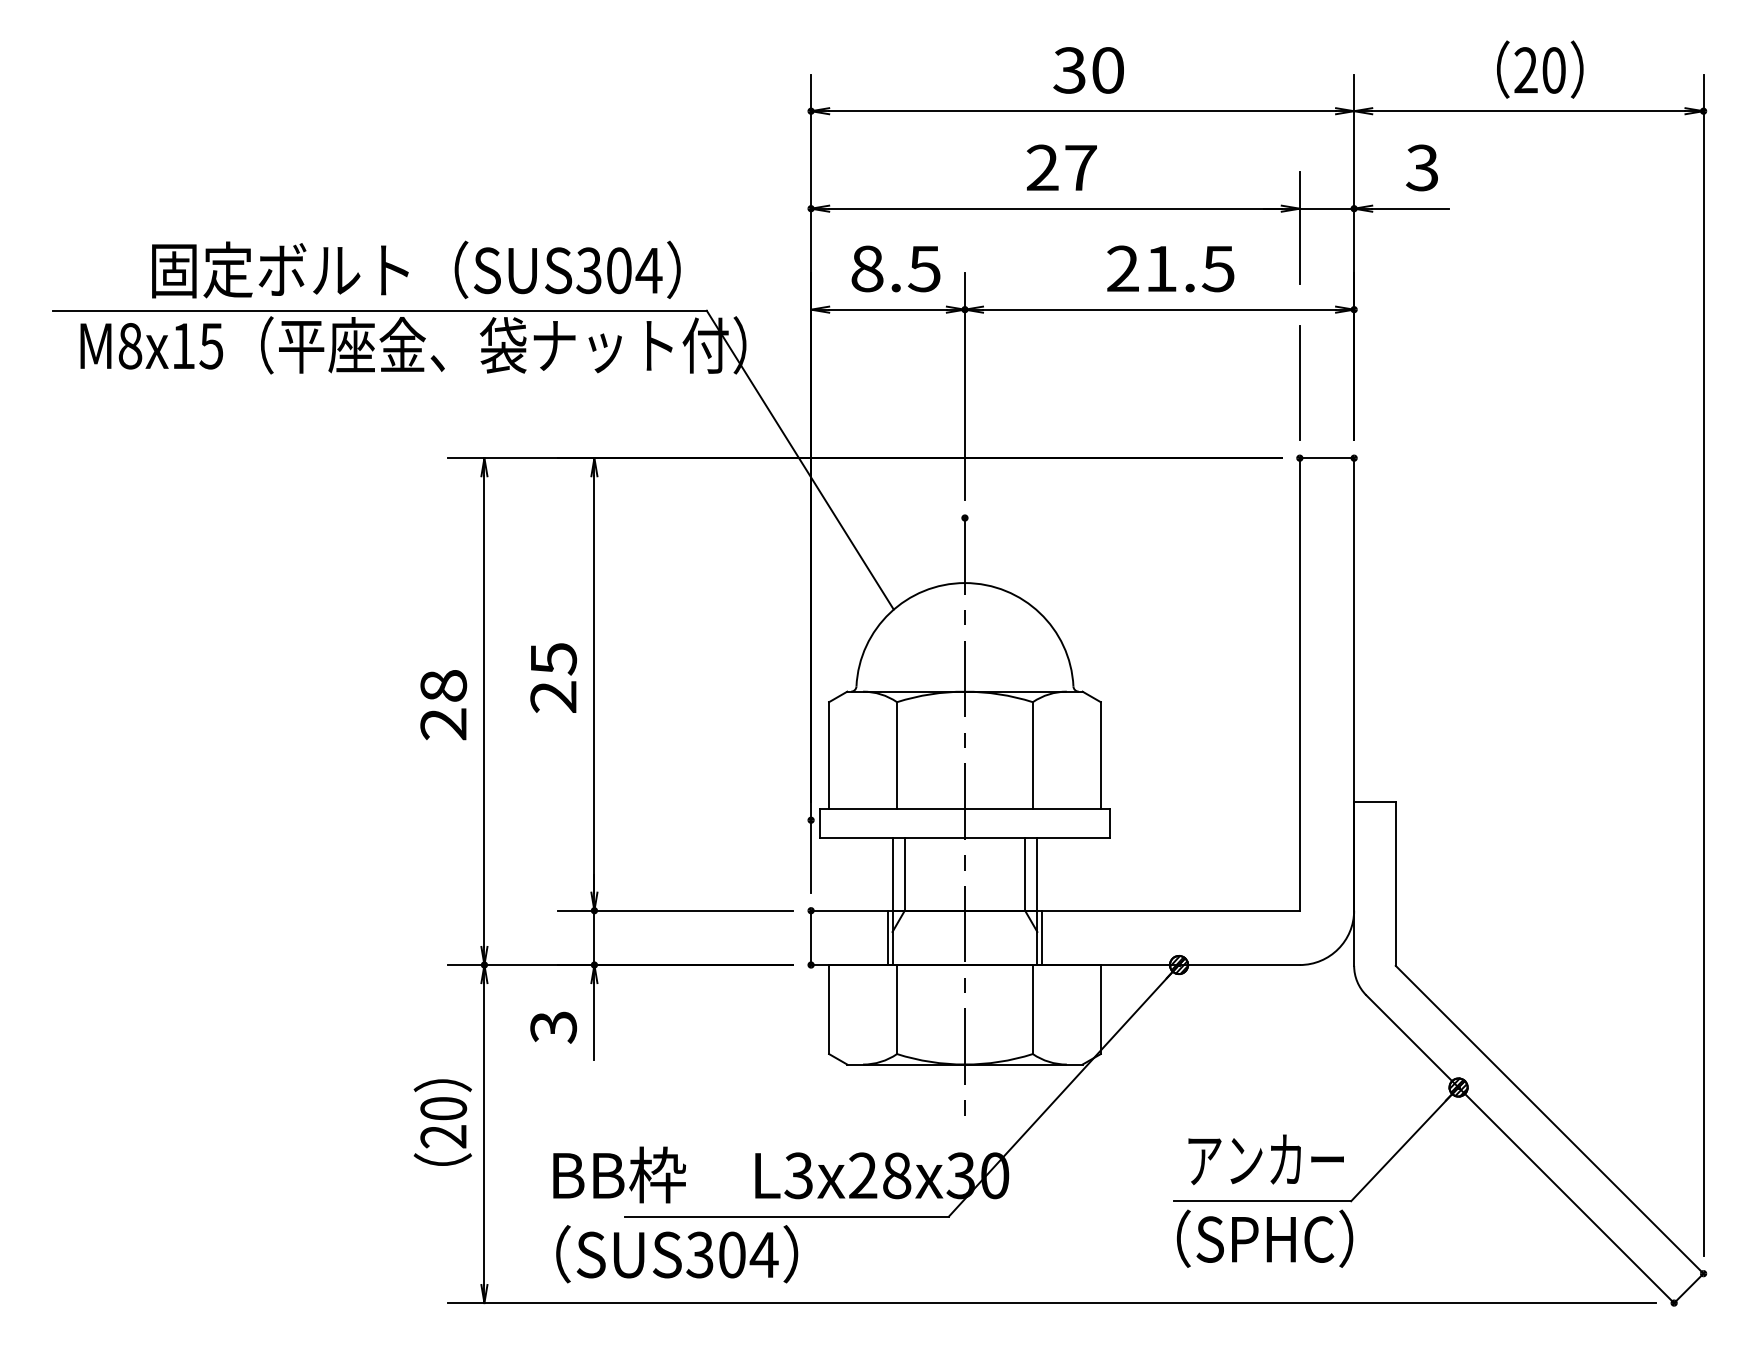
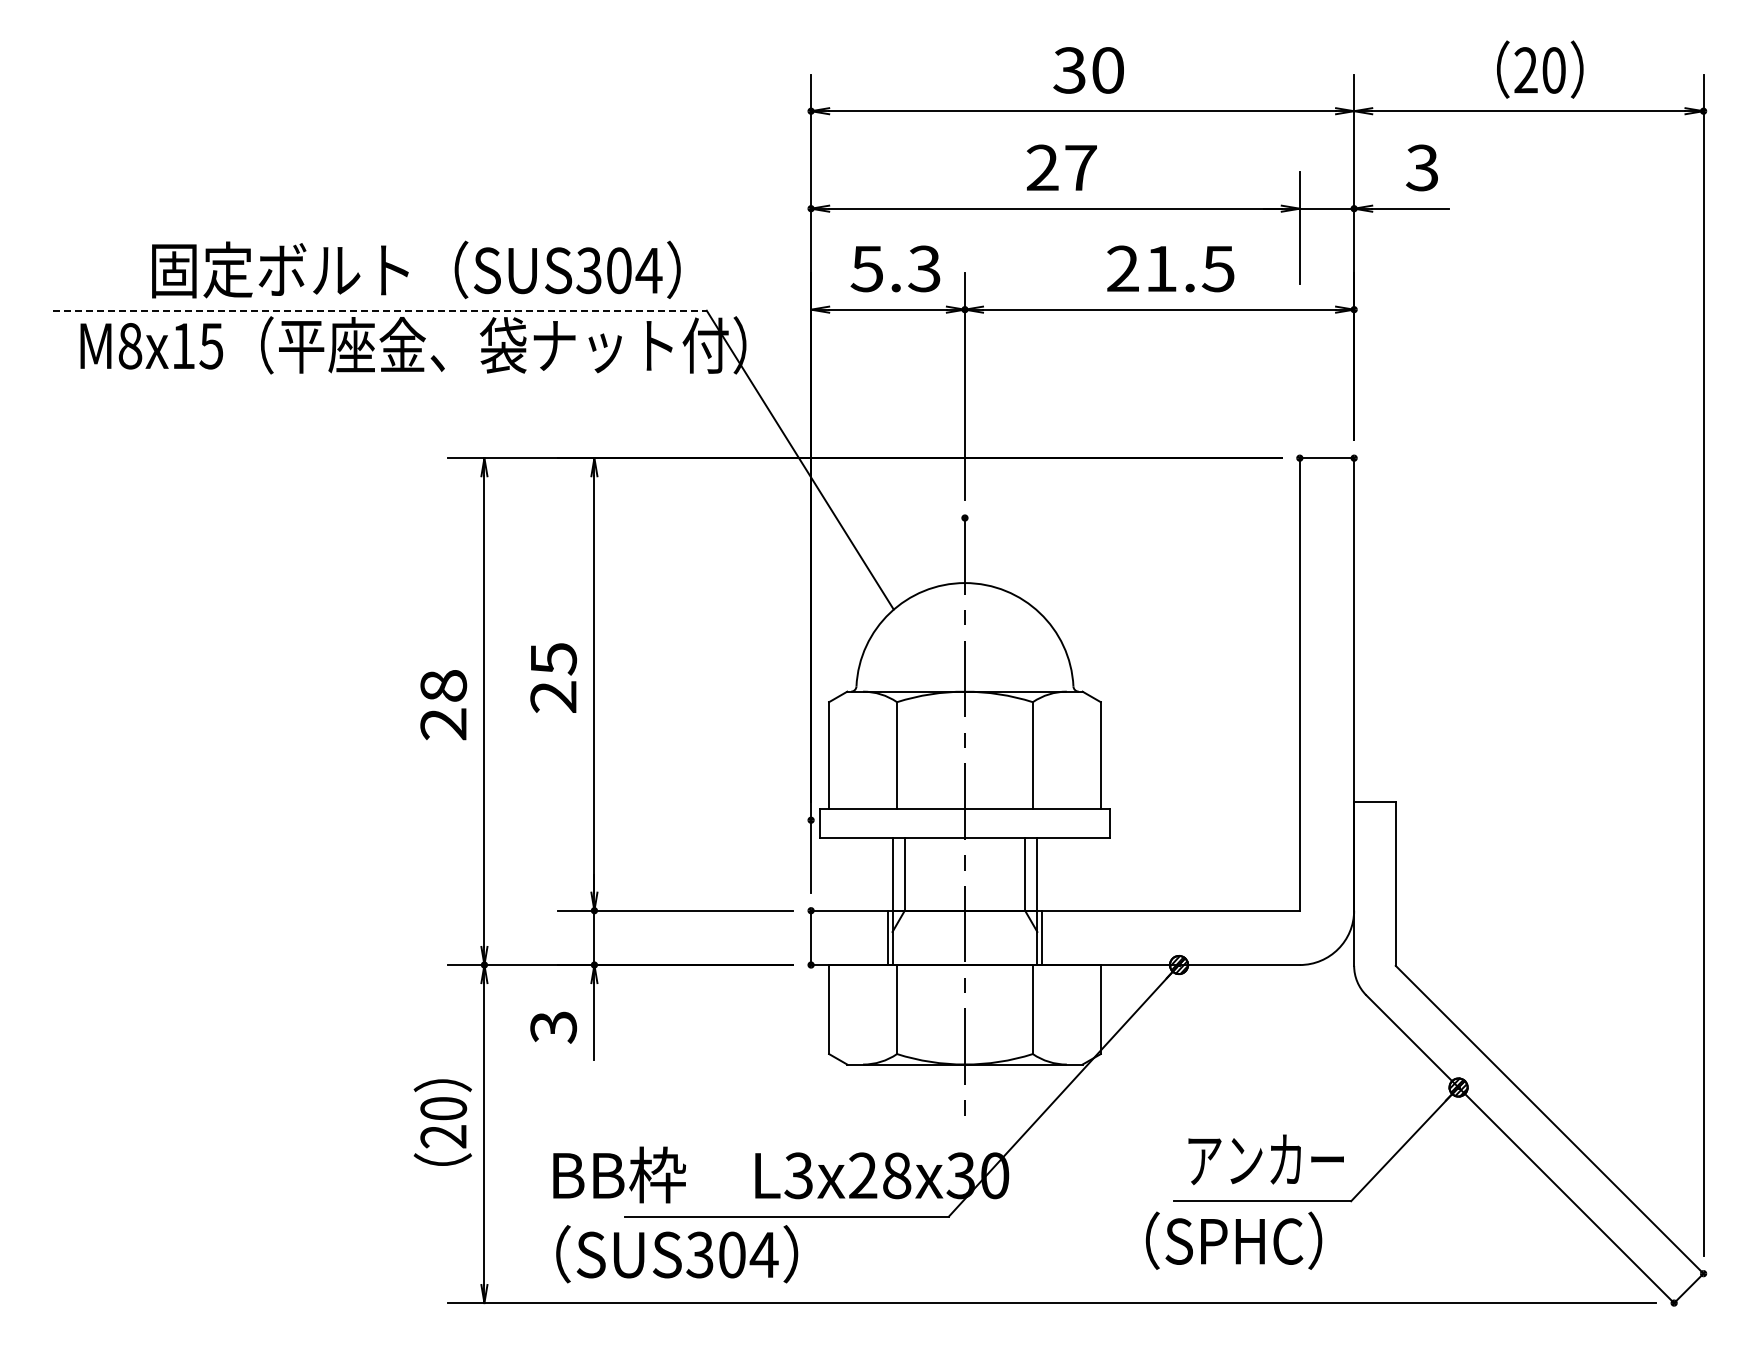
text at (895, 268): 8.5 -> 5.3
line at (380, 310): solid -> dashed
line at (1299, 383): present -> none
text at (1265, 1238) position: (1265, 1238) -> (1234, 1240)
